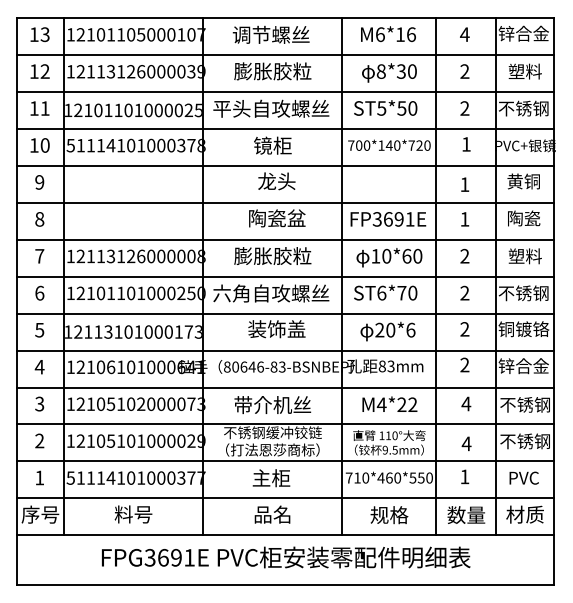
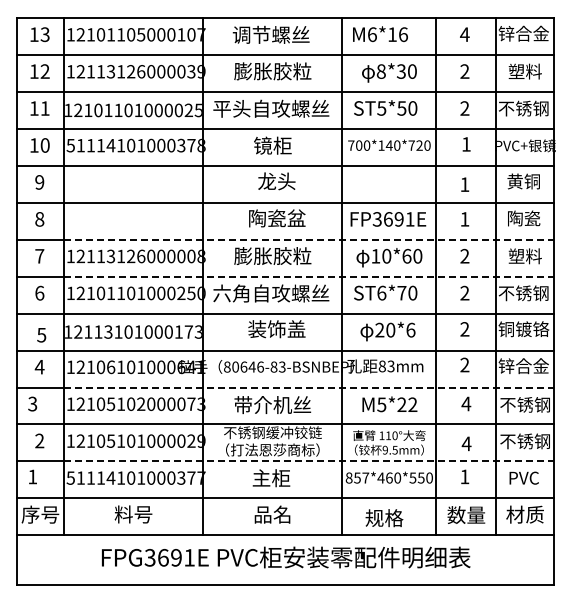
text at (388, 34) position: (388, 34) -> (380, 34)
line at (309, 239): solid -> dashed
line at (309, 276): solid -> dashed
text at (39, 330) position: (39, 330) -> (41, 335)
line at (309, 387): solid -> dashed
text at (39, 403) position: (39, 403) -> (32, 403)
text at (381, 404): M4*22 -> M5*22
line at (309, 461): solid -> dashed
text at (39, 477) position: (39, 477) -> (32, 476)
text at (357, 477): 710*460*550 -> 857*460*550
text at (389, 515) position: (389, 515) -> (384, 518)
